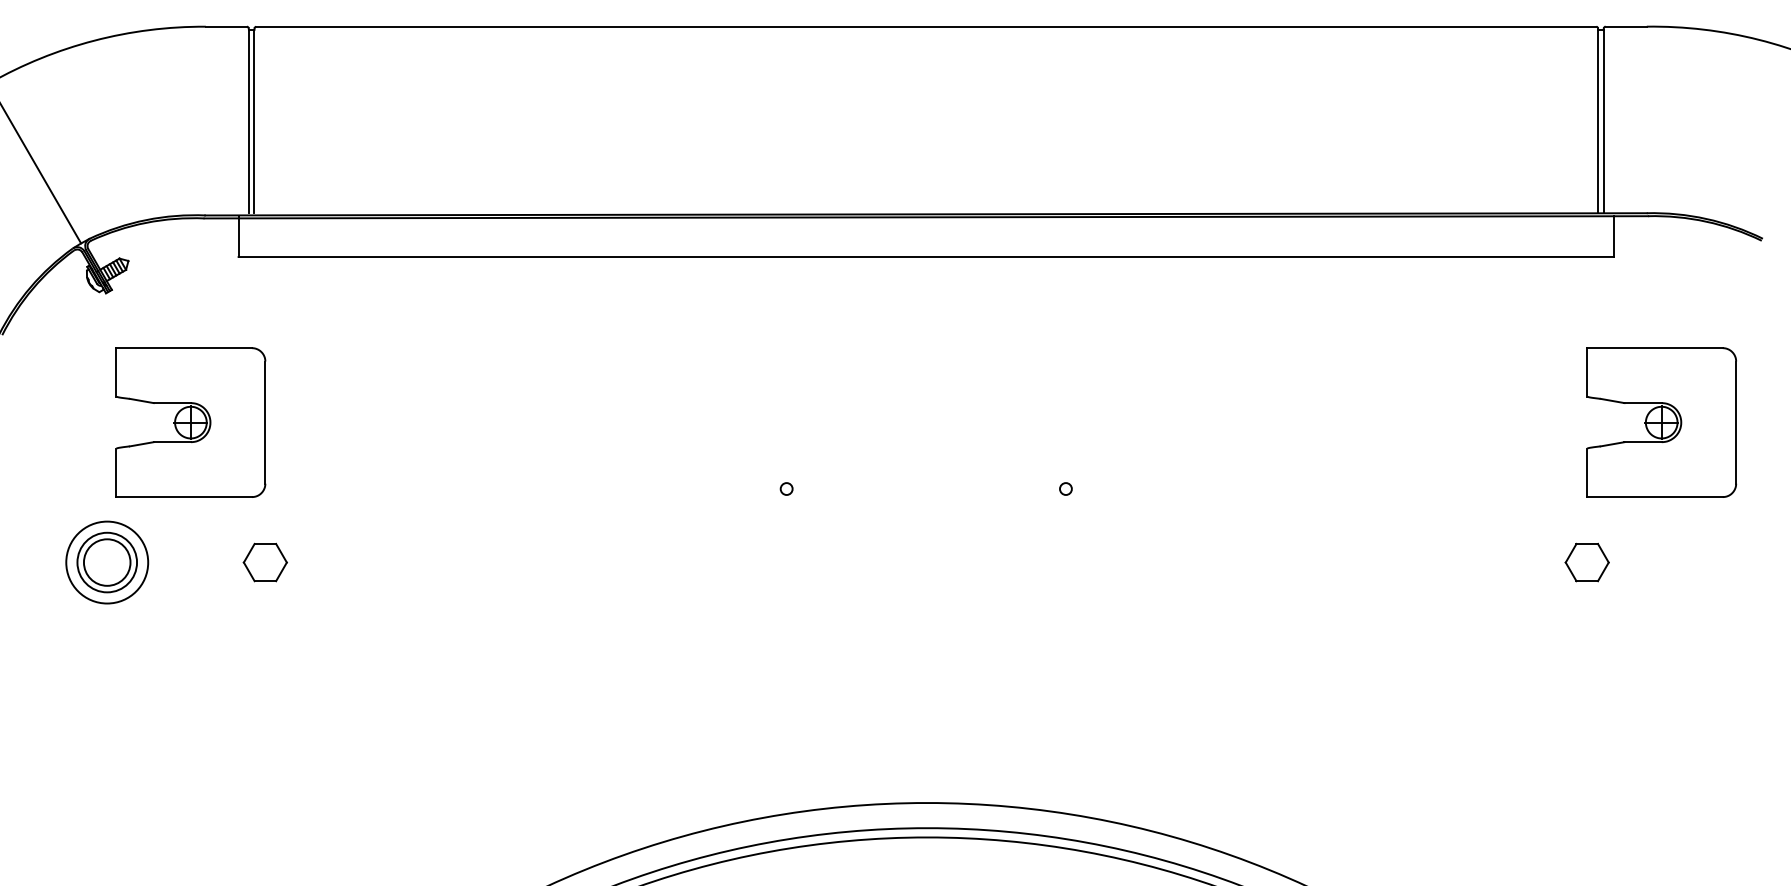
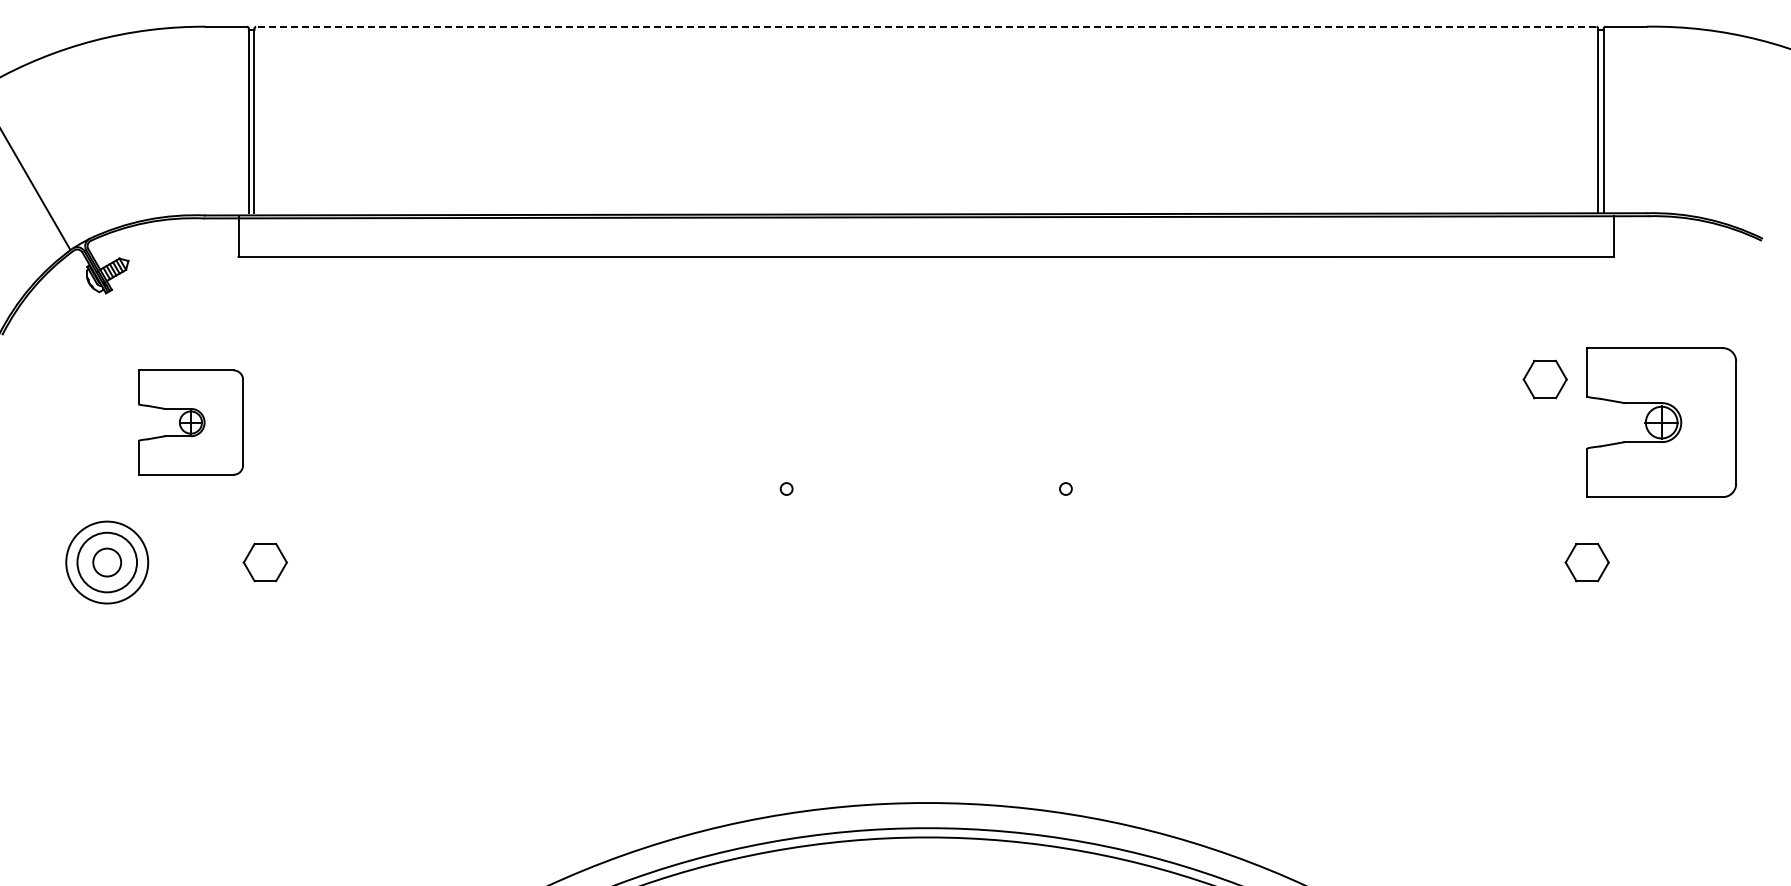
line at (926, 26): solid -> dashed
line at (41, 175) position: (41, 175) -> (36, 190)
part at (1544, 379): none -> present
part at (190, 422) size: 152x151 px -> 106x107 px
circle at (106, 562) diameter: 47 px -> 28 px
